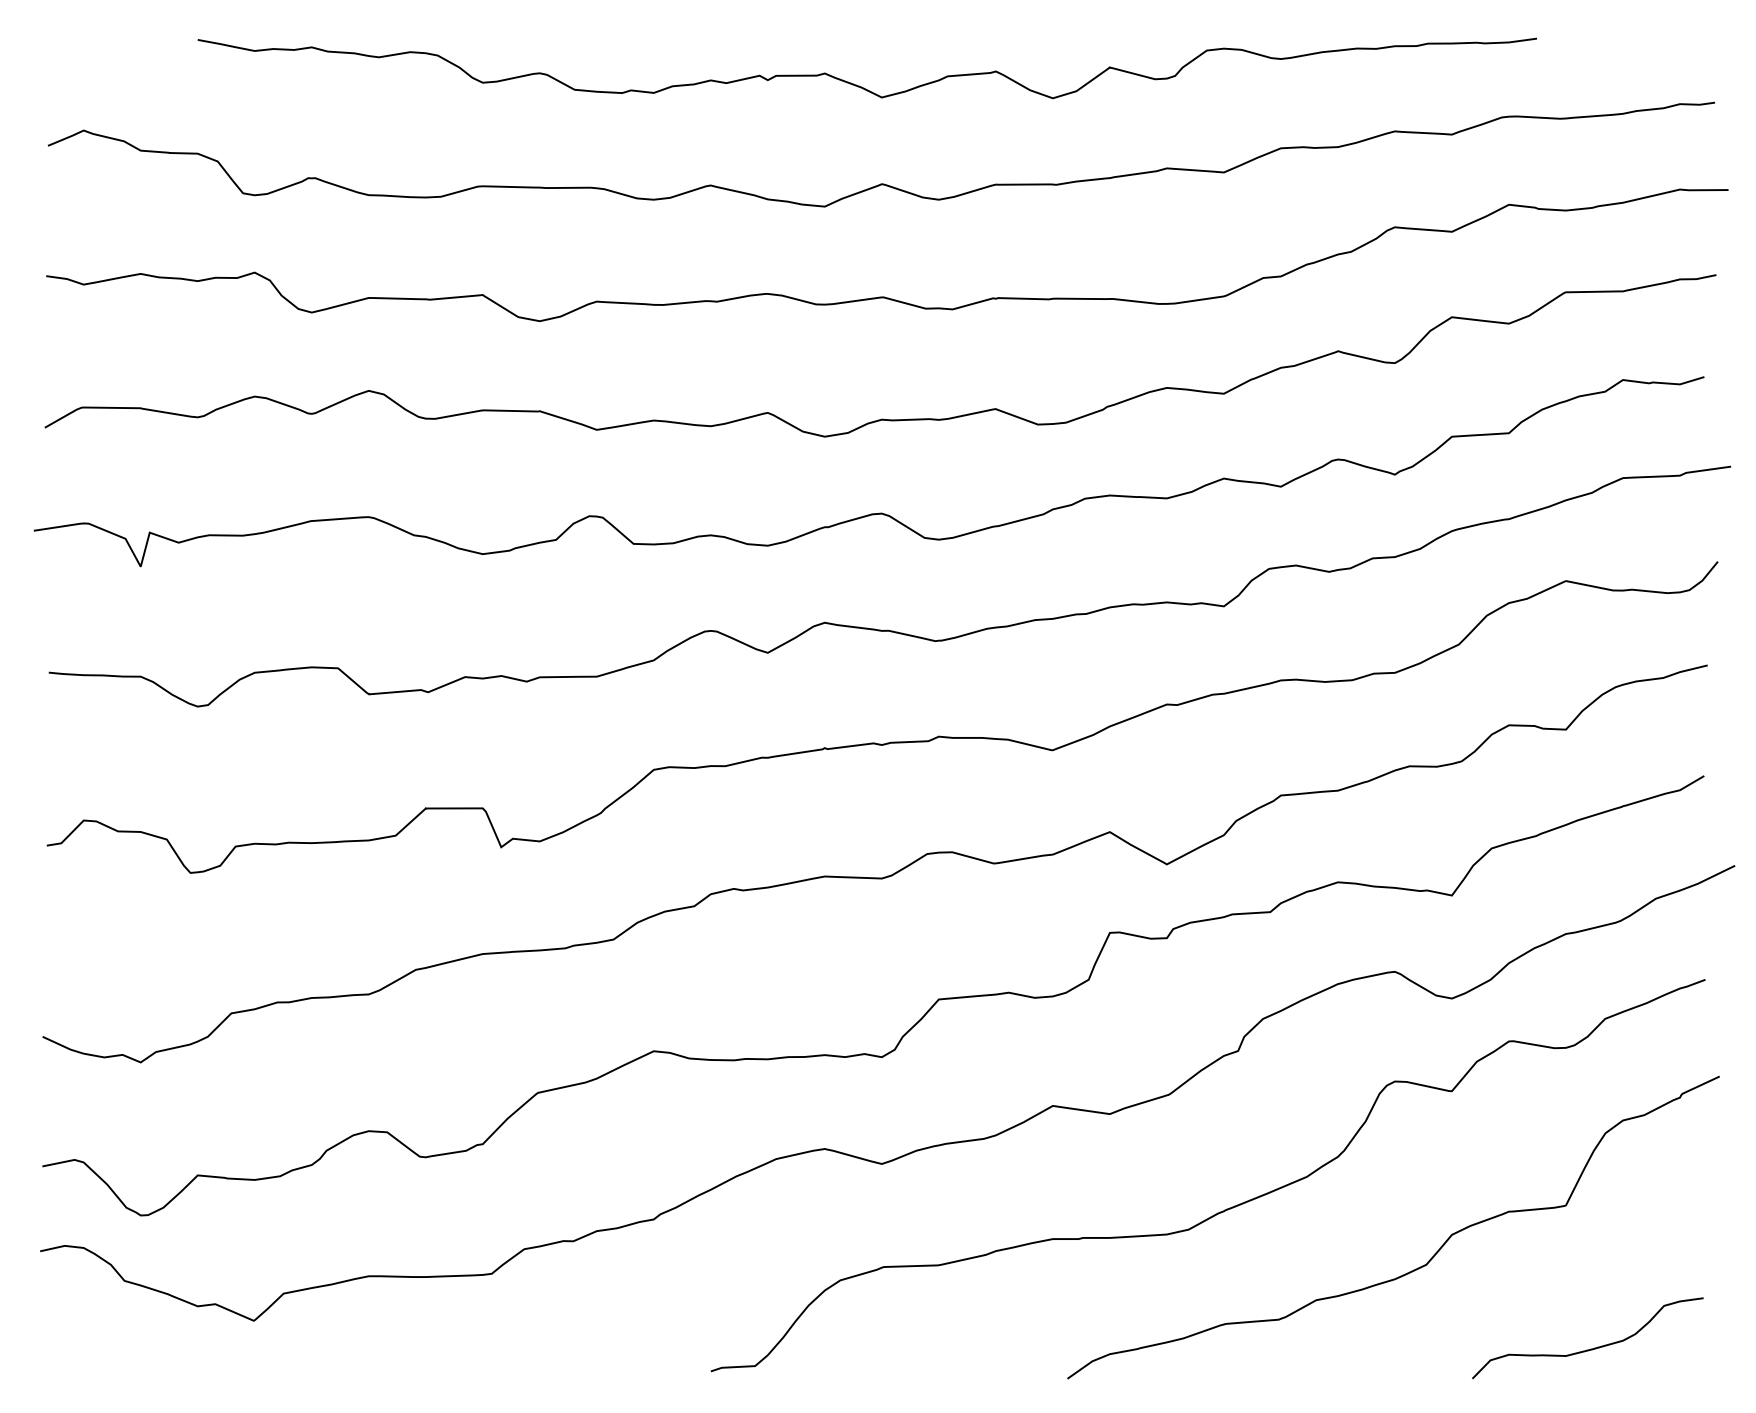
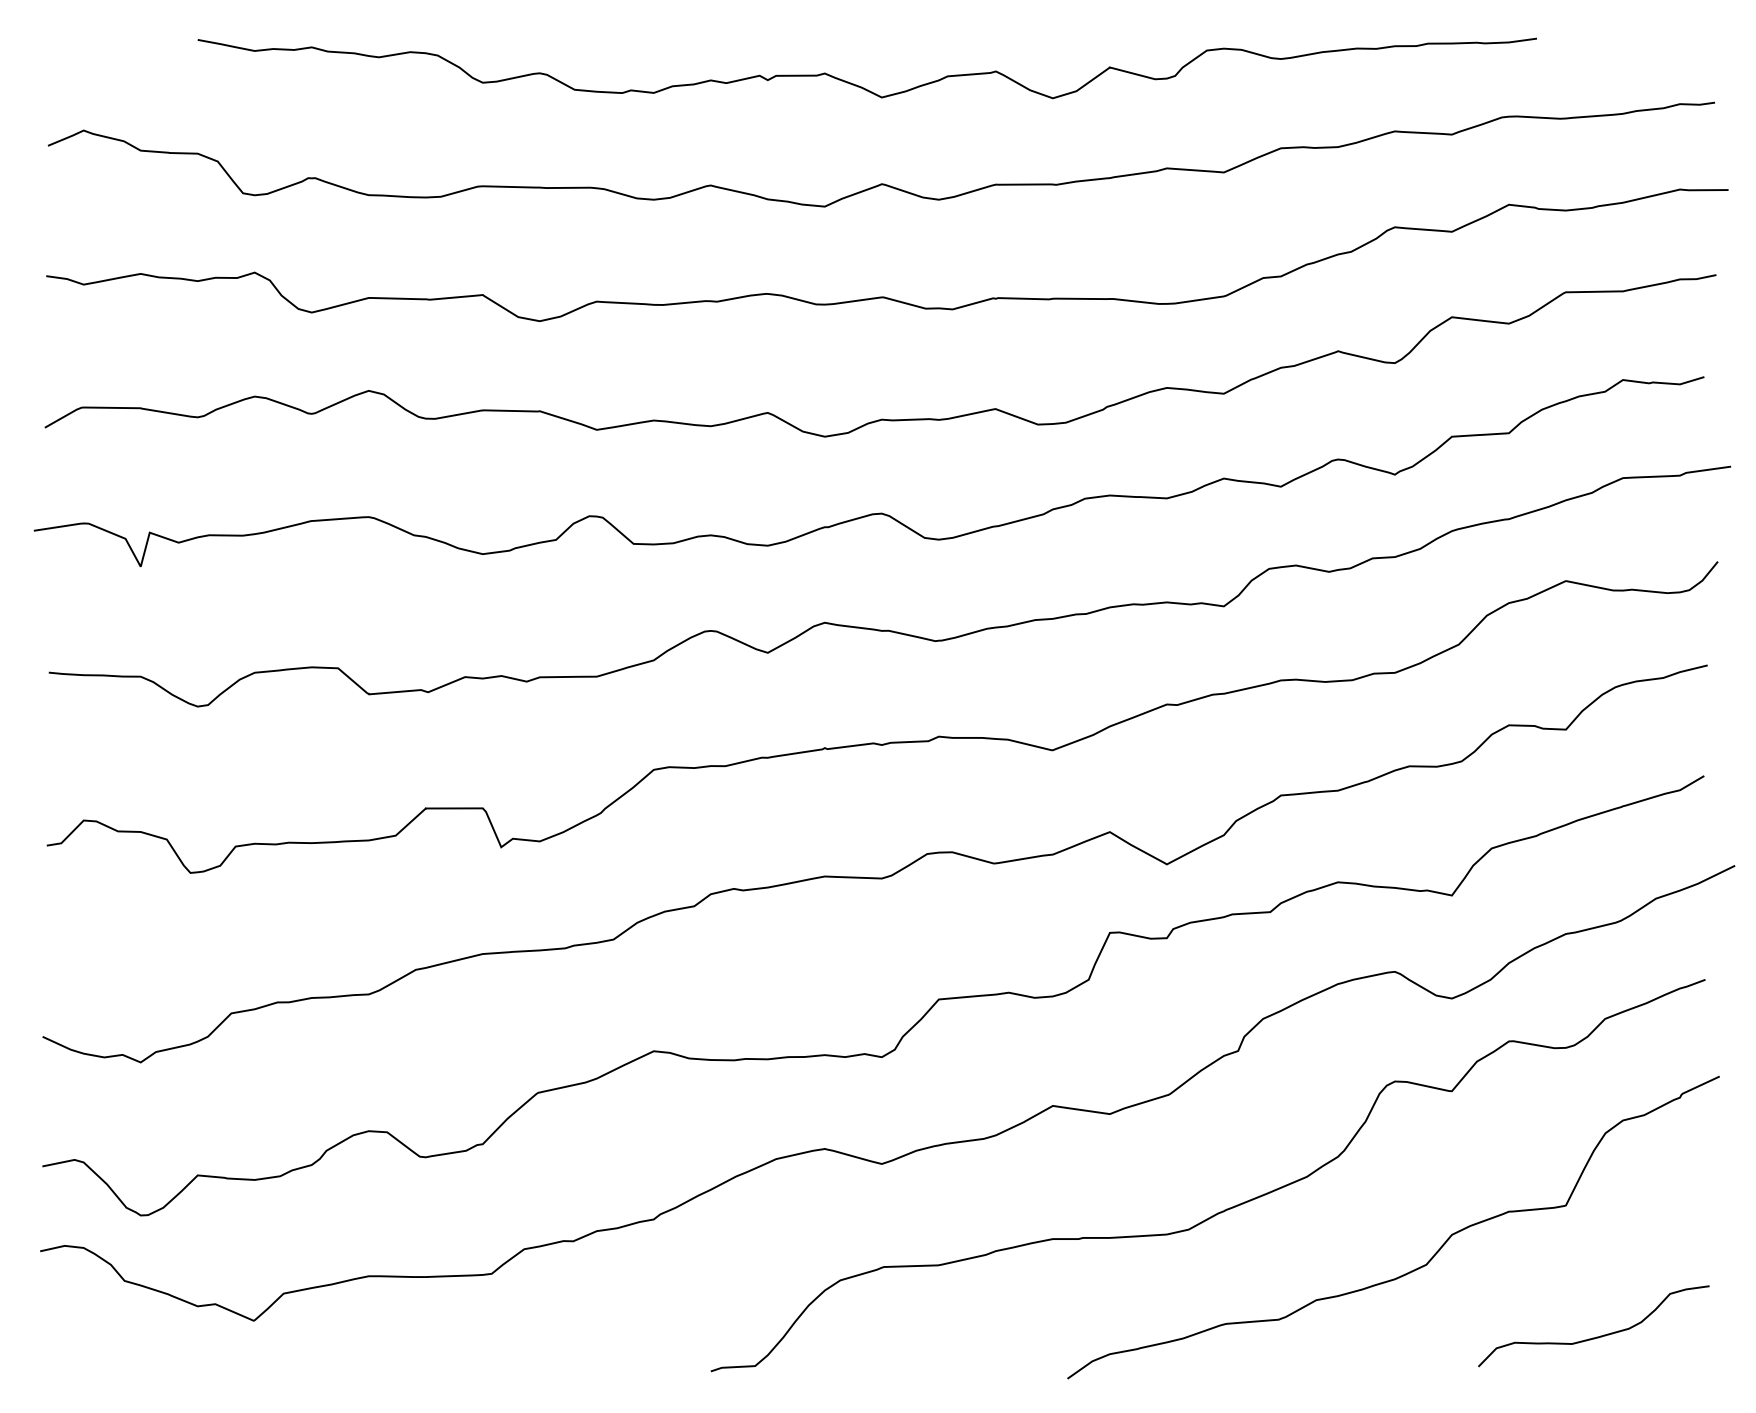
curve at (1590, 1348) position: (1590, 1348) -> (1596, 1336)
